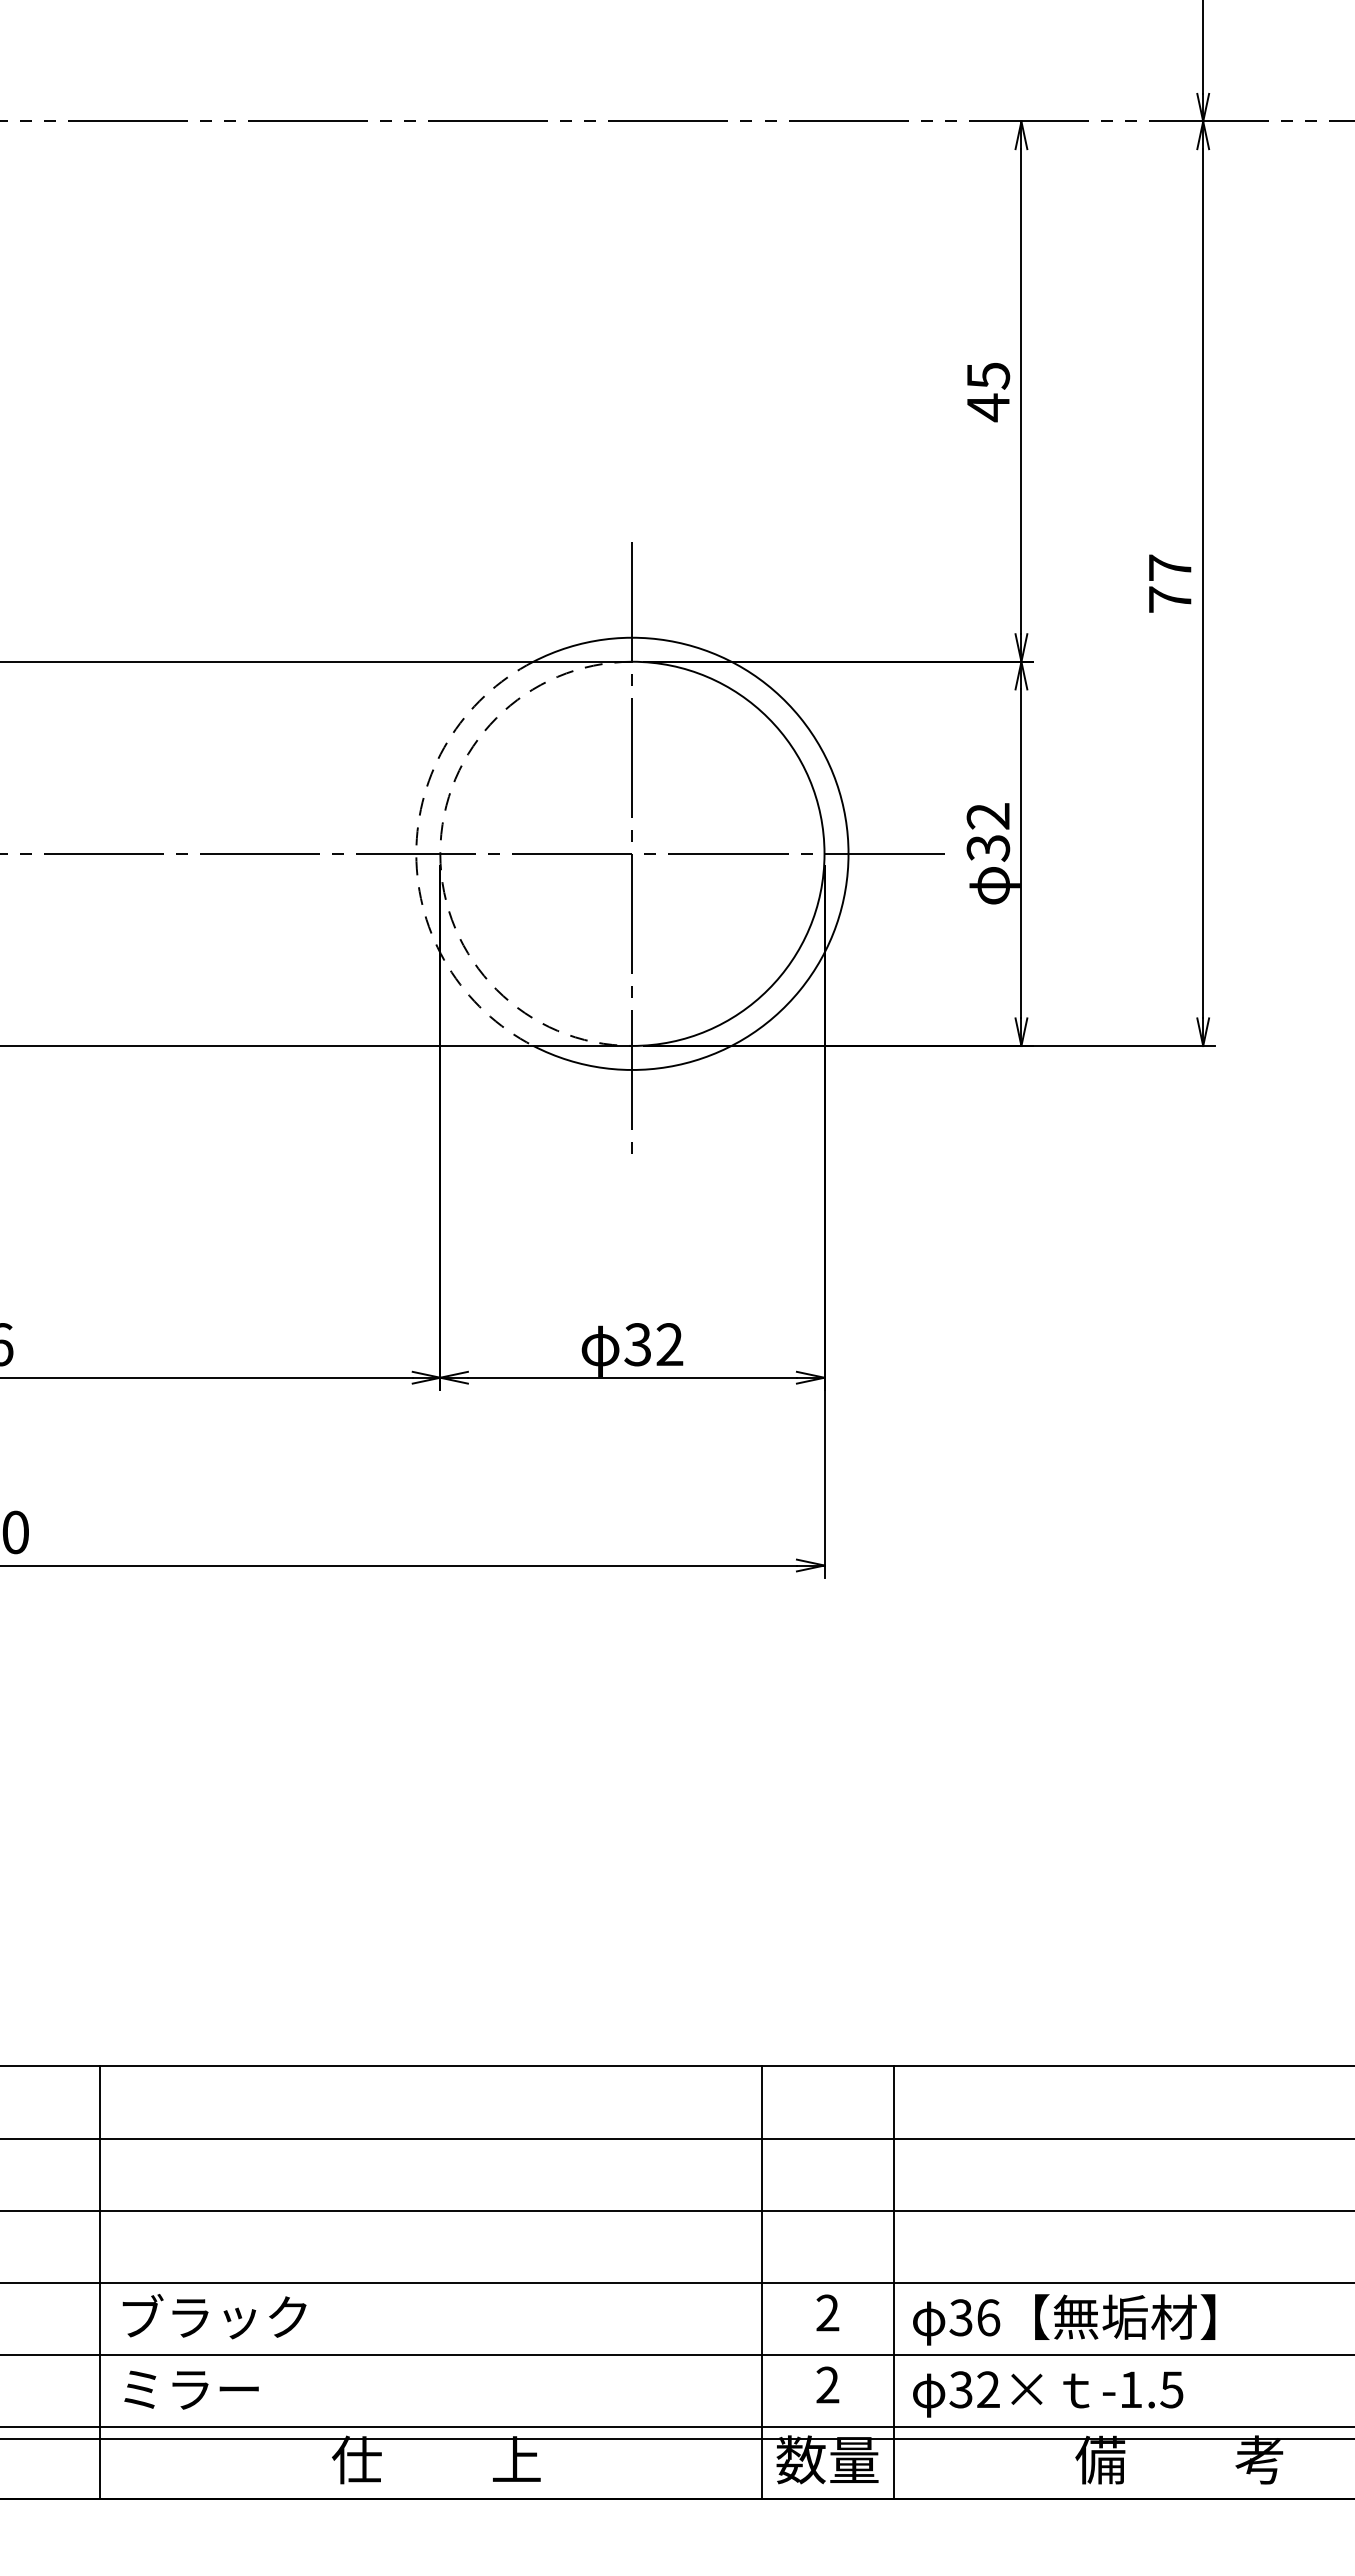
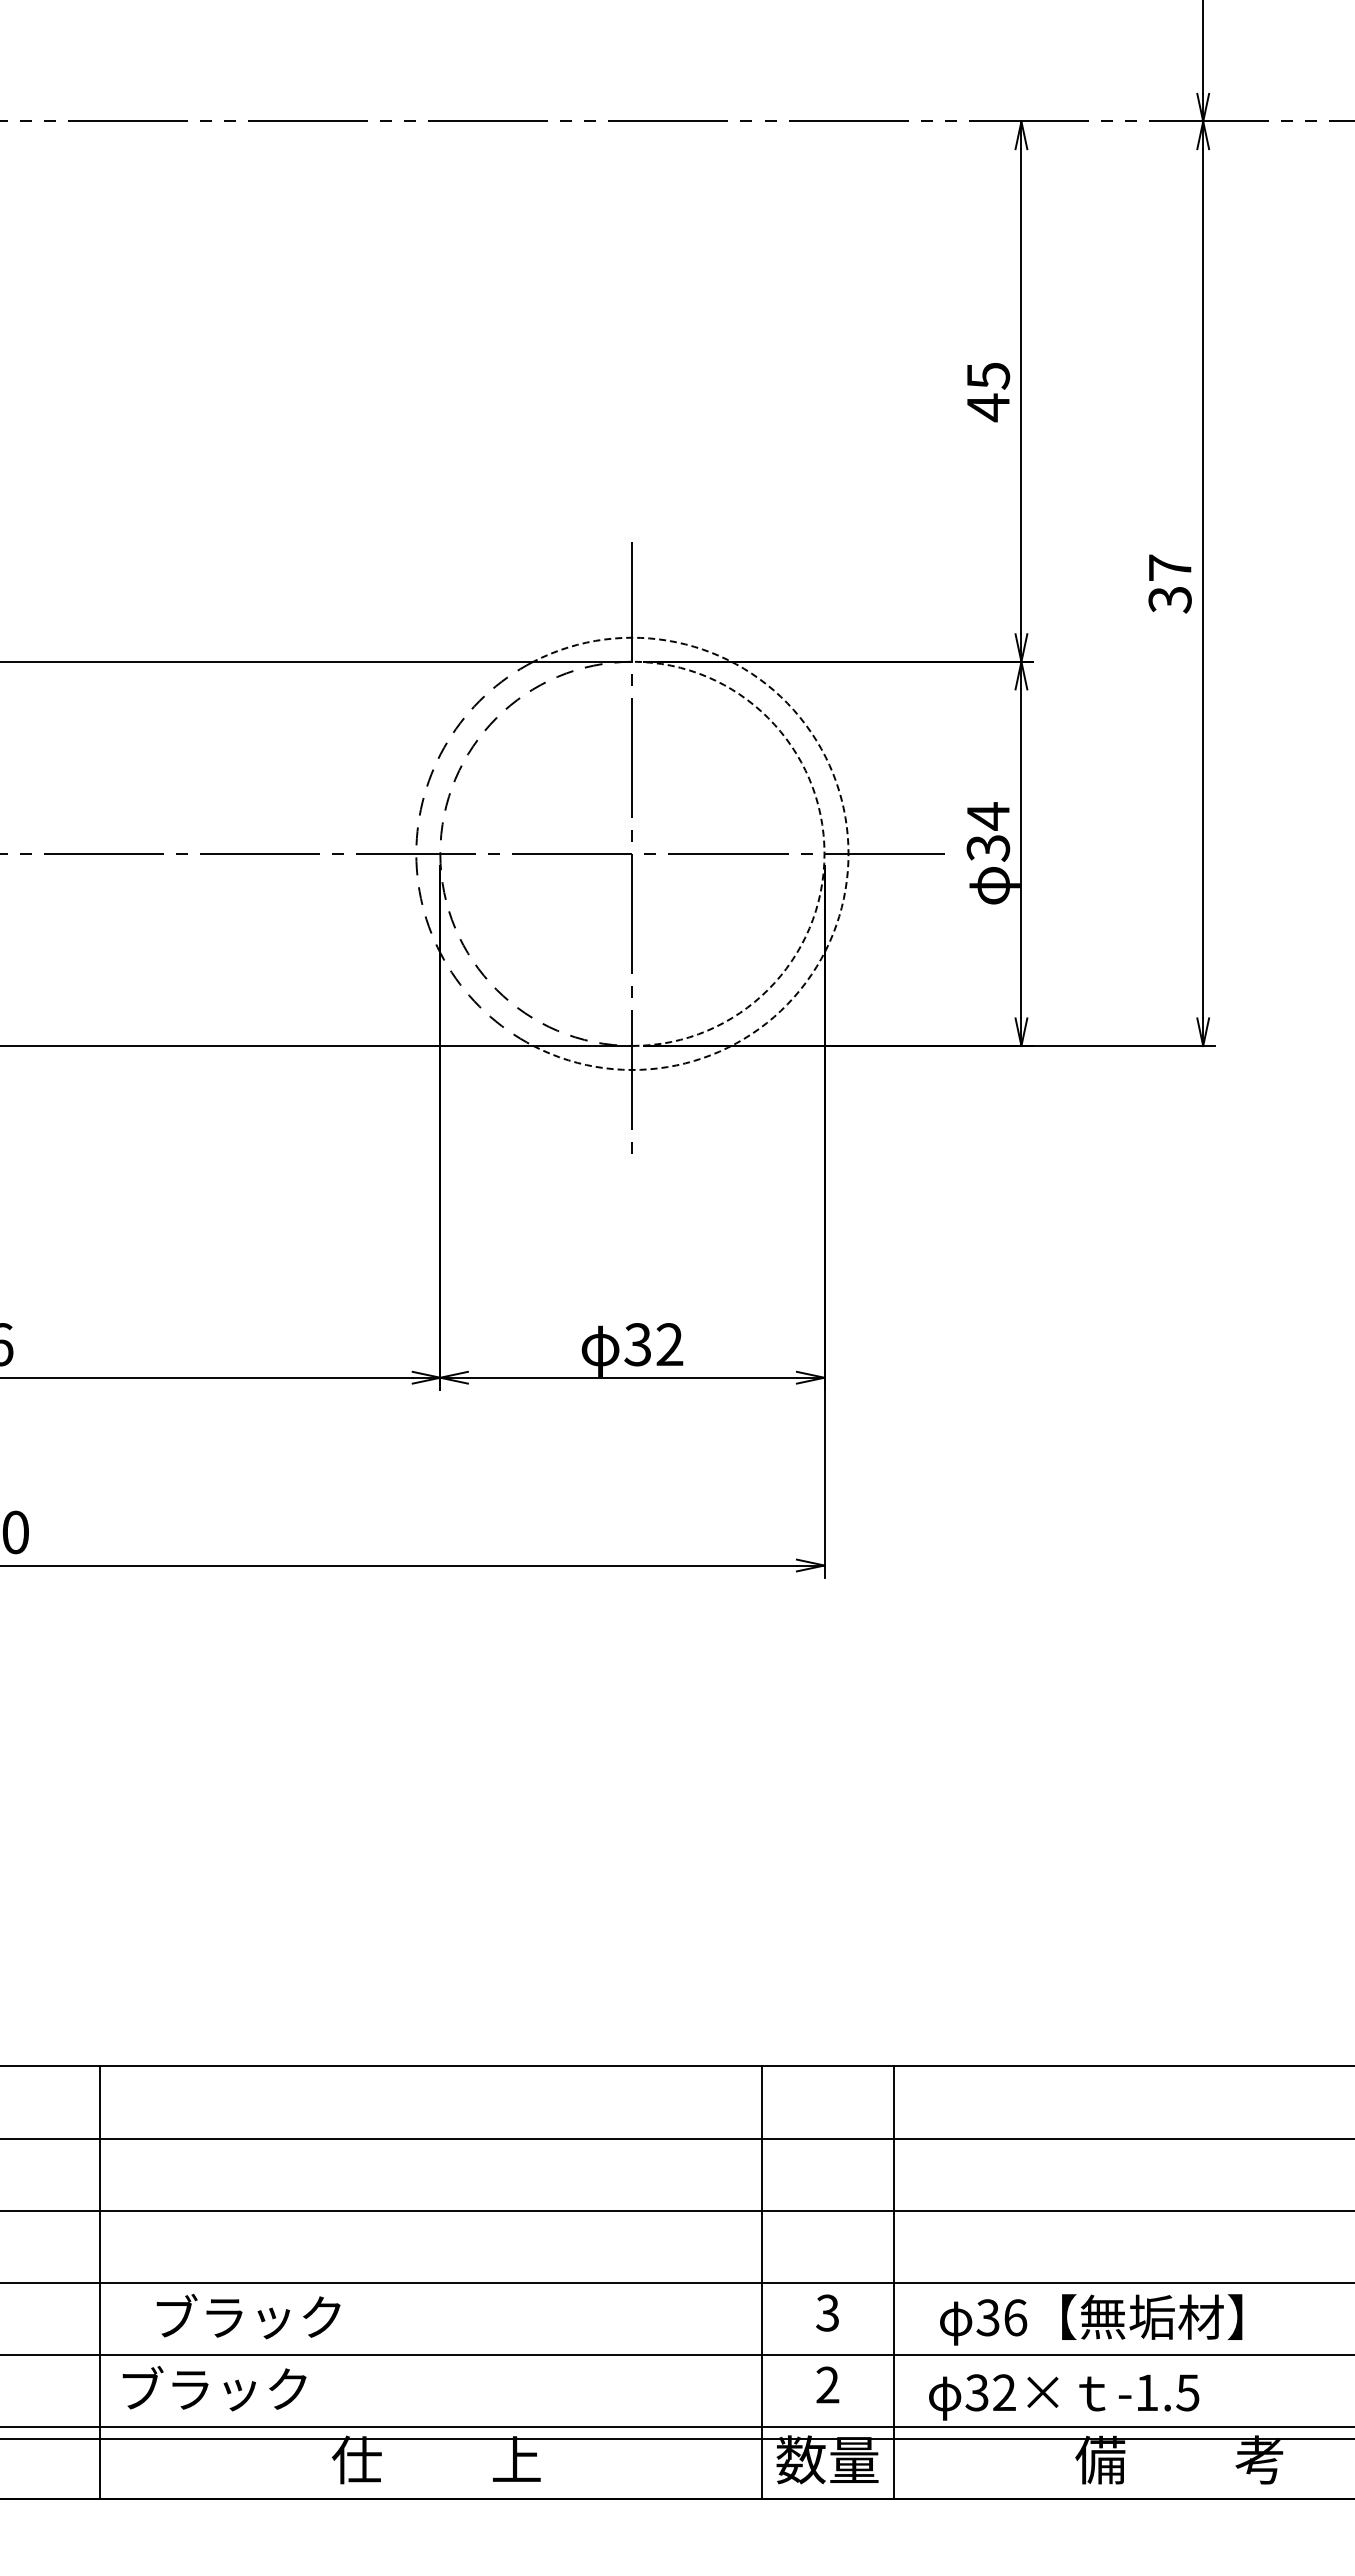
text at (1169, 599): 77 -> 37
text at (987, 816): 32 -> 34
arc at (824, 853): solid -> dashed
arc at (848, 853): solid -> dashed
text at (827, 2312): 2 -> 3
text at (214, 2316) position: (214, 2316) -> (248, 2316)
text at (1064, 2319) position: (1064, 2319) -> (1091, 2319)
text at (214, 2388): ミラー -> ブラック
text at (1048, 2394) position: (1048, 2394) -> (1064, 2397)
